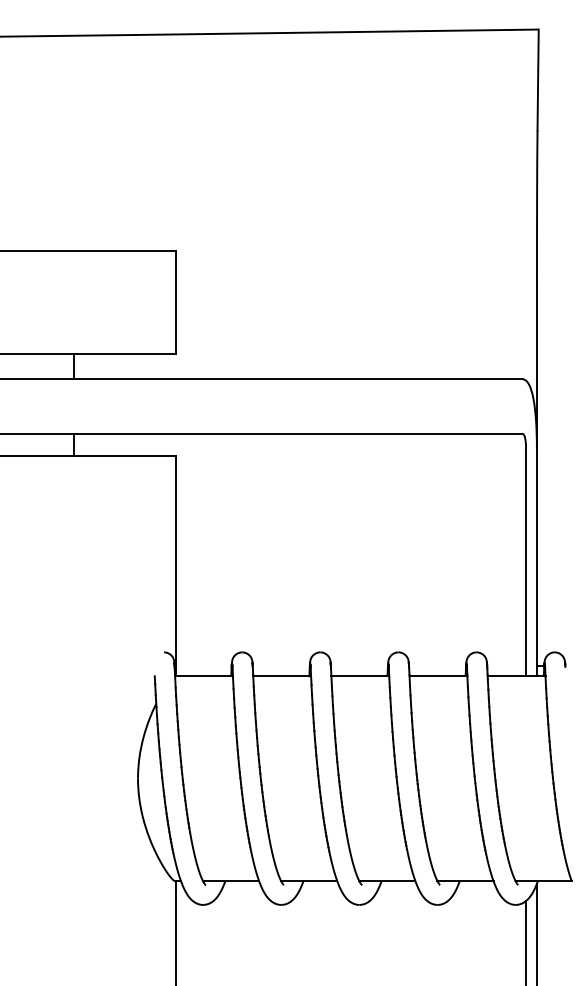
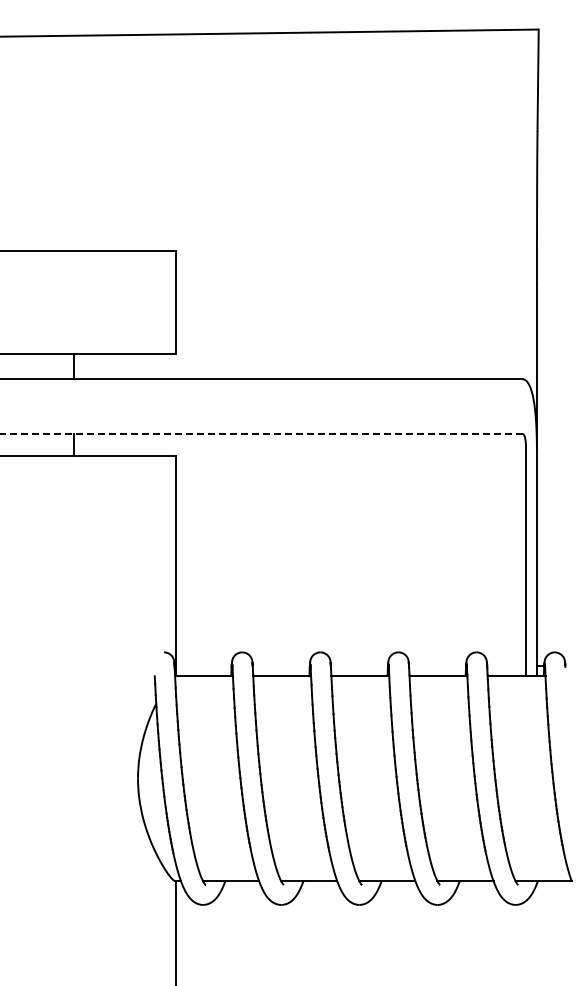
line at (261, 433): solid -> dashed
line at (536, 932): present -> none
line at (526, 941): present -> none
